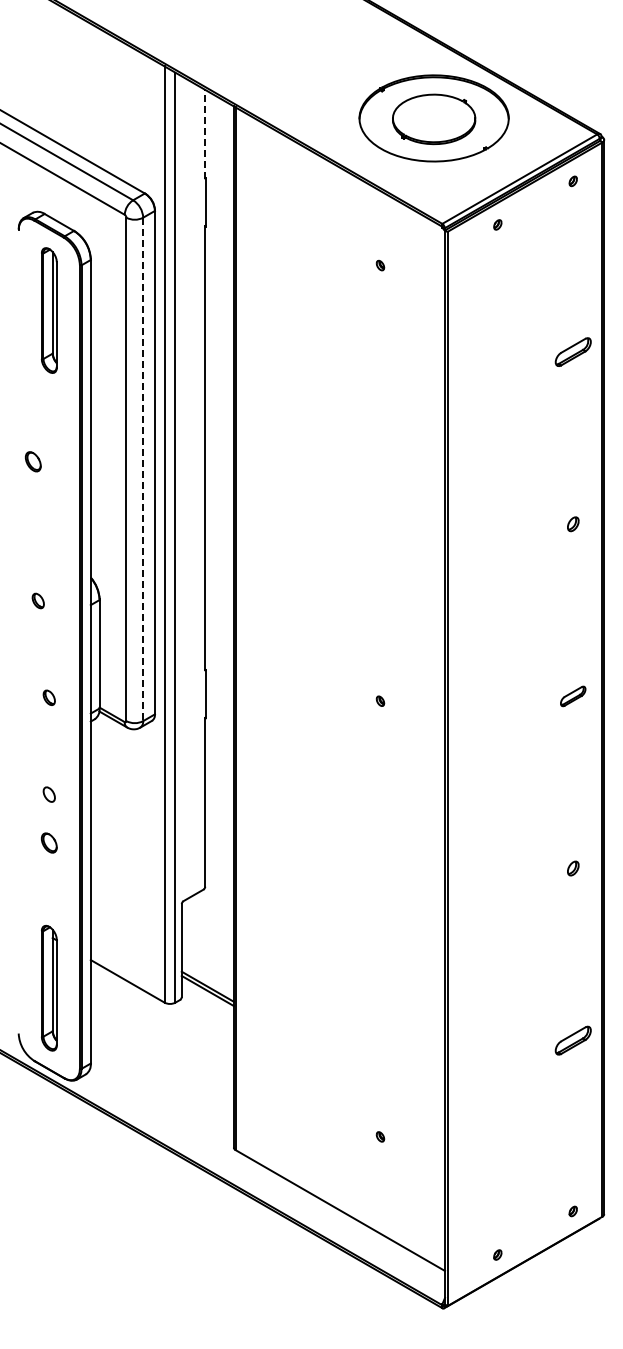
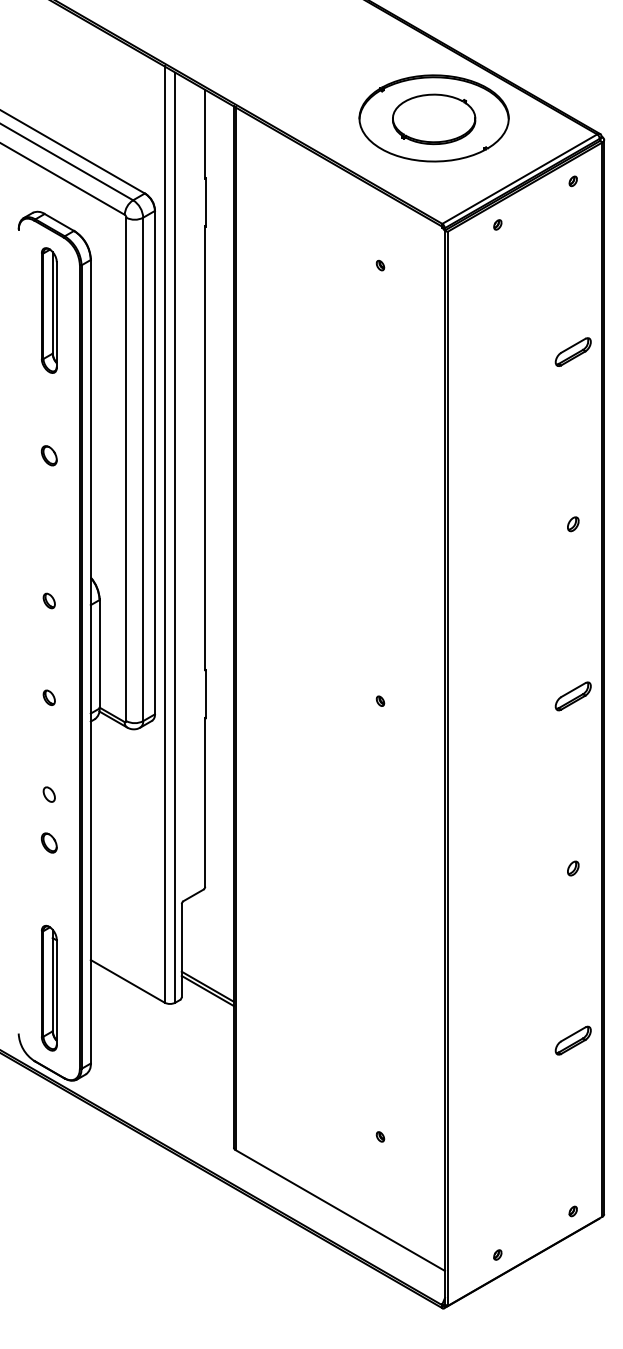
line at (205, 133): dashed -> solid
part at (33, 461) position: (33, 461) -> (49, 455)
line at (143, 469): dashed -> solid
part at (37, 600) position: (37, 600) -> (48, 600)
part at (573, 696) size: 27x23 px -> 38x31 px
